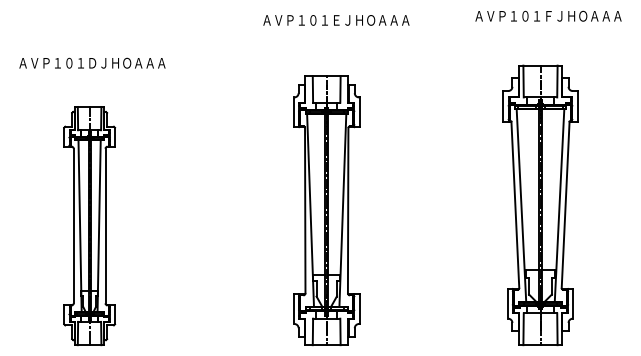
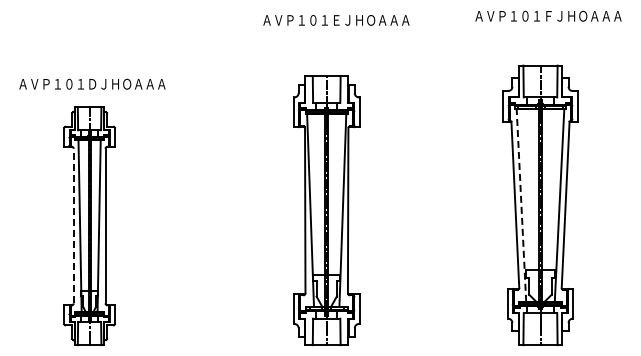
text at (92, 62) position: (92, 62) -> (92, 83)
line at (521, 204): solid -> dashed
line at (73, 225): solid -> dashed
